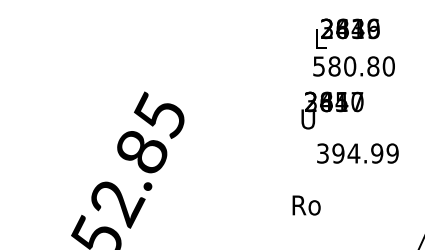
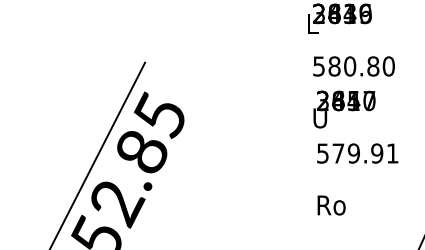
text at (347, 33) position: (347, 33) -> (339, 18)
text at (332, 110) position: (332, 110) -> (344, 109)
text at (357, 153): 394.99 -> 579.91
line at (98, 154): none -> present
text at (306, 205) position: (306, 205) -> (331, 205)
